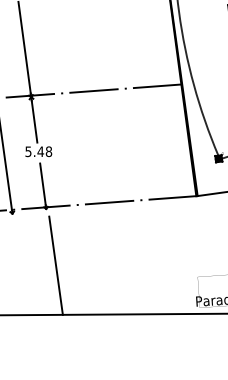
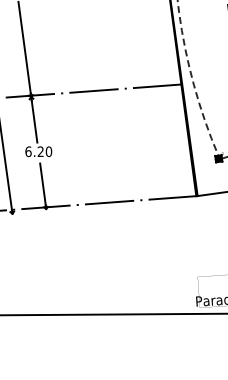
arc at (192, 79): solid -> dashed
text at (38, 151): 5.48 -> 6.20
line at (55, 265): present -> none
